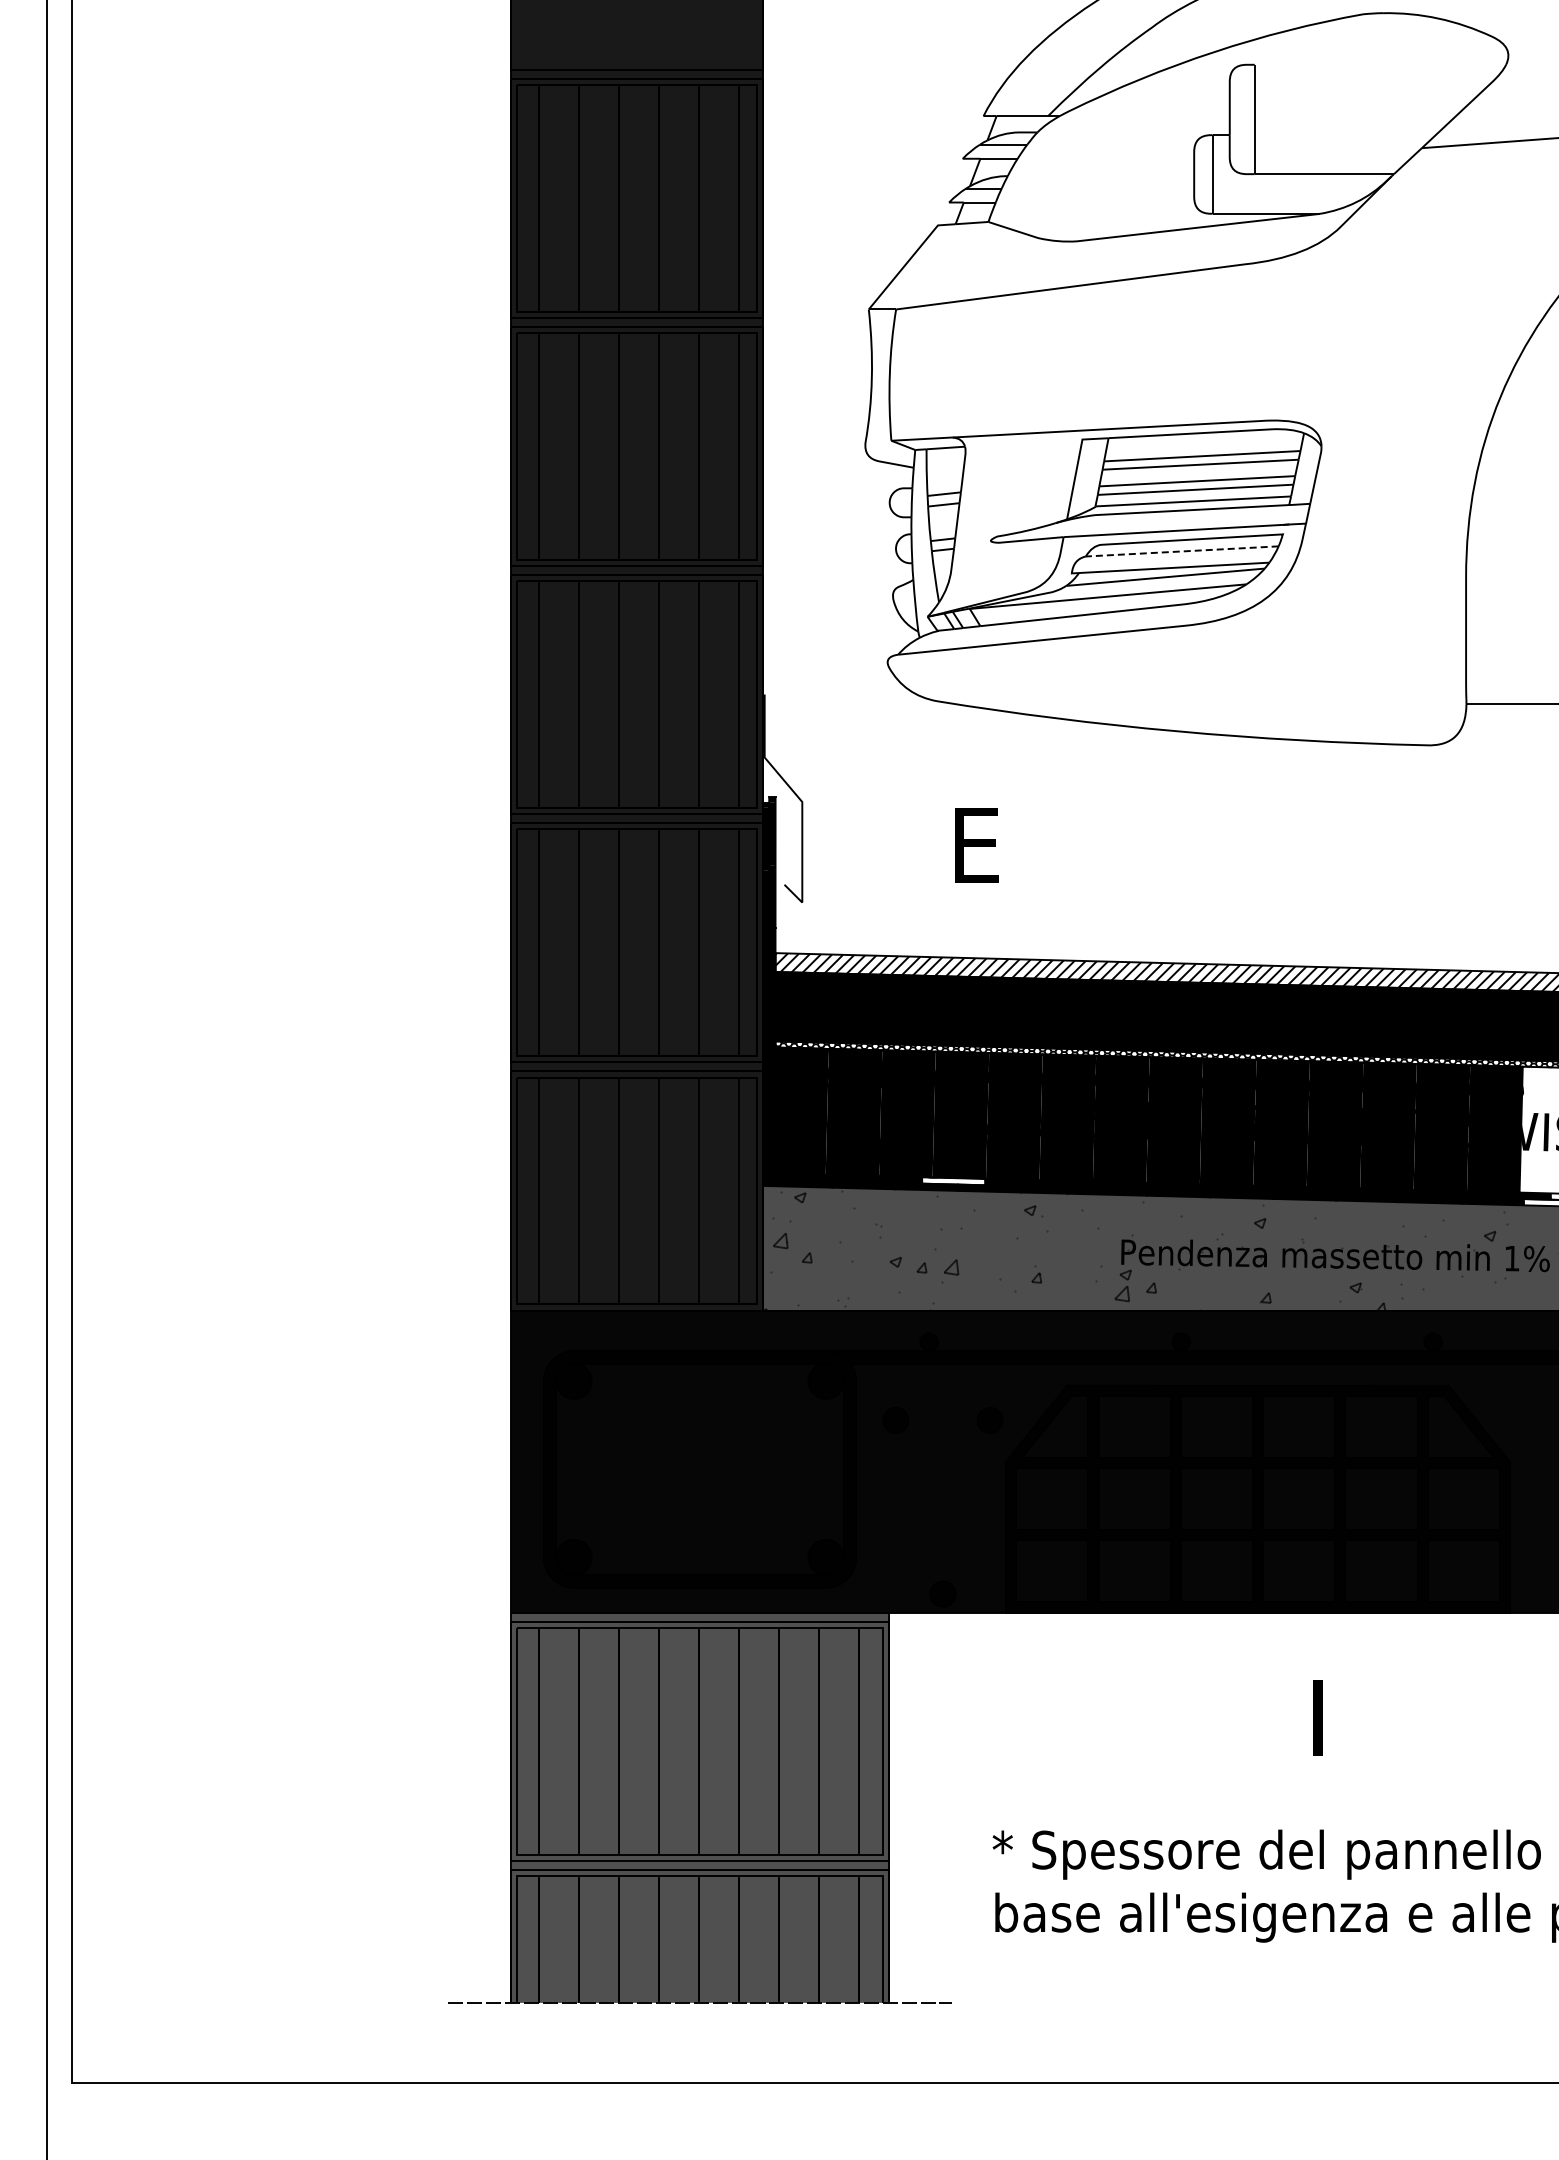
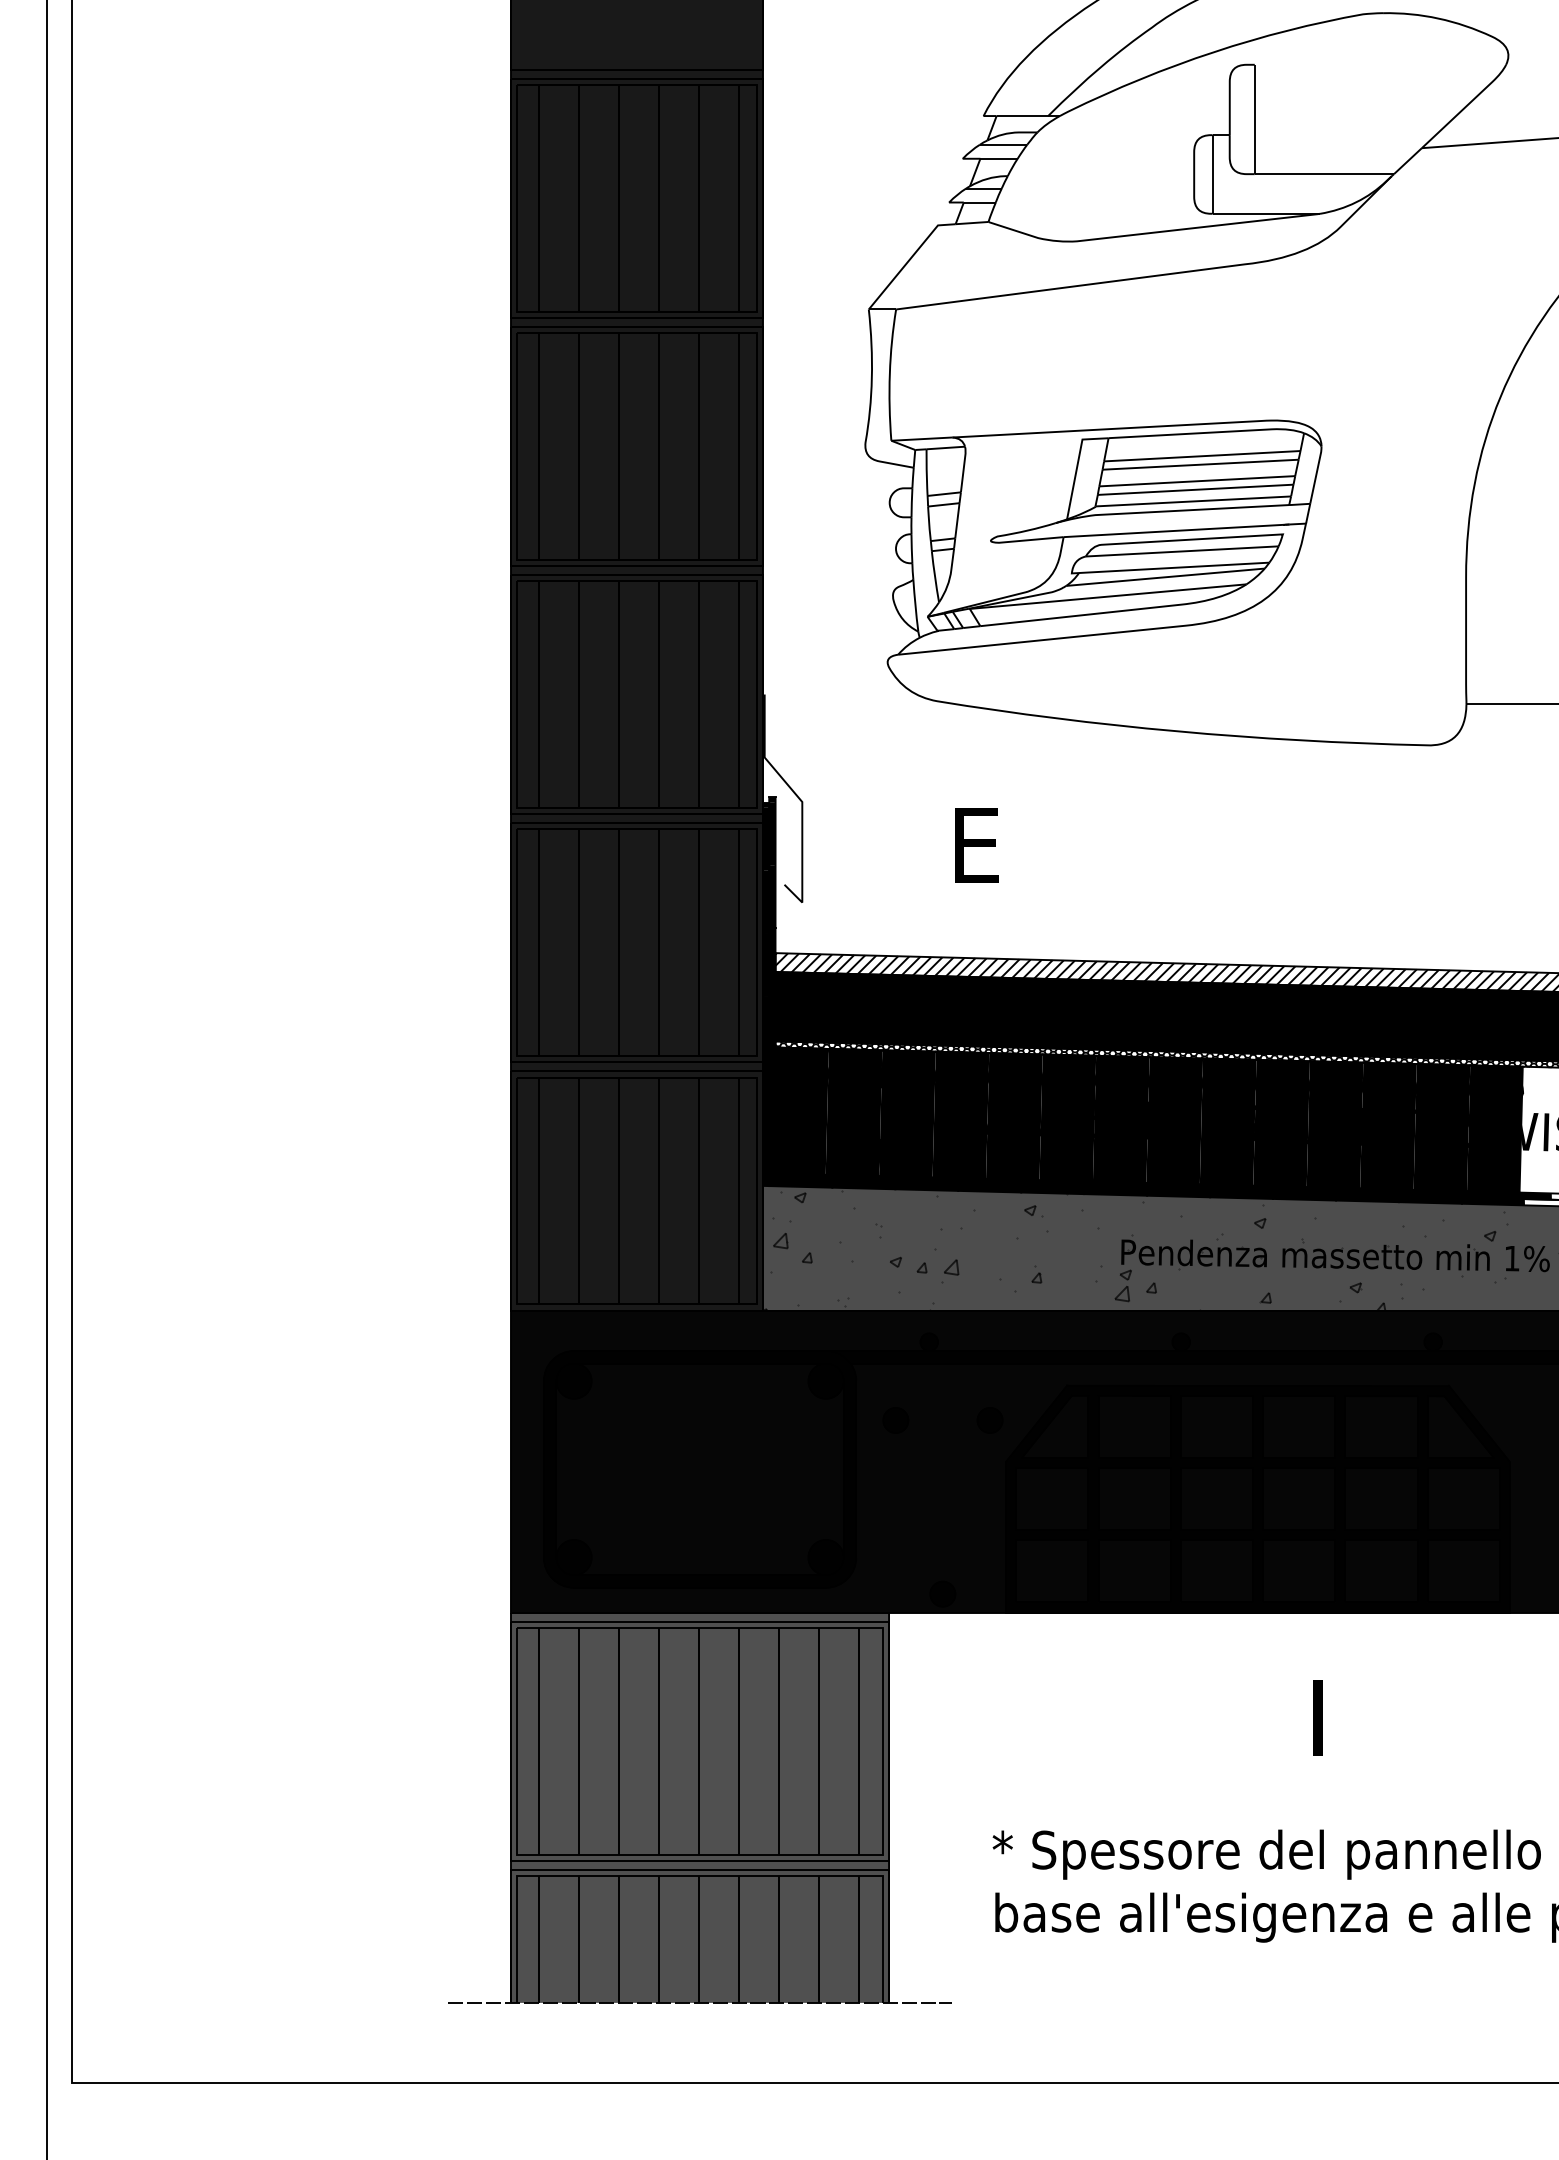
line at (1182, 551): dashed -> solid
fill at (953, 1181): none -> present
